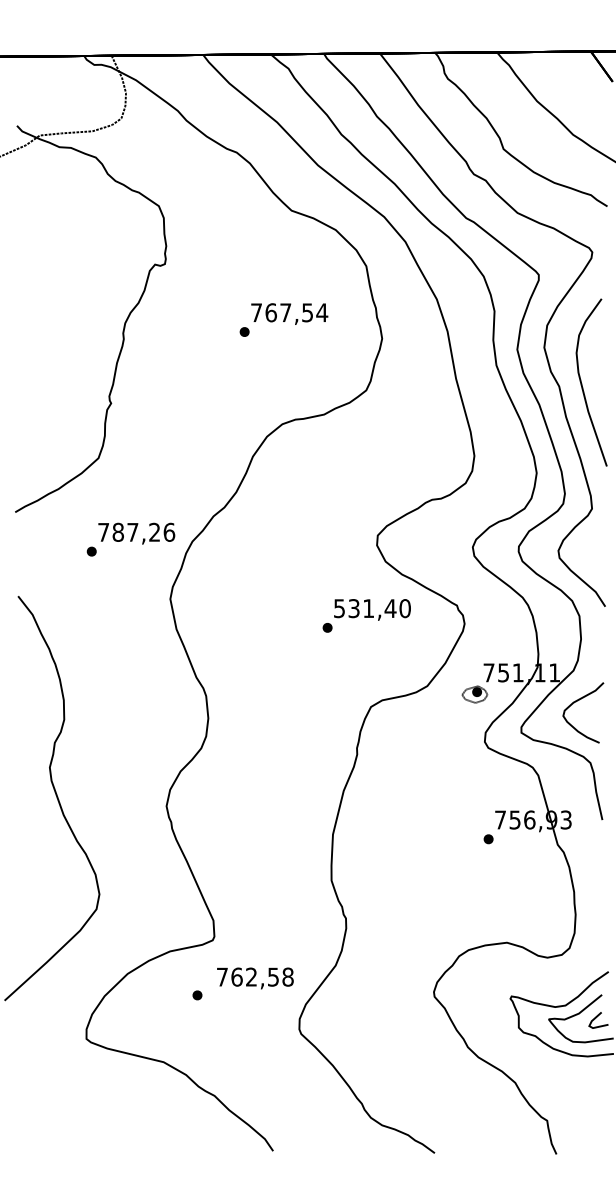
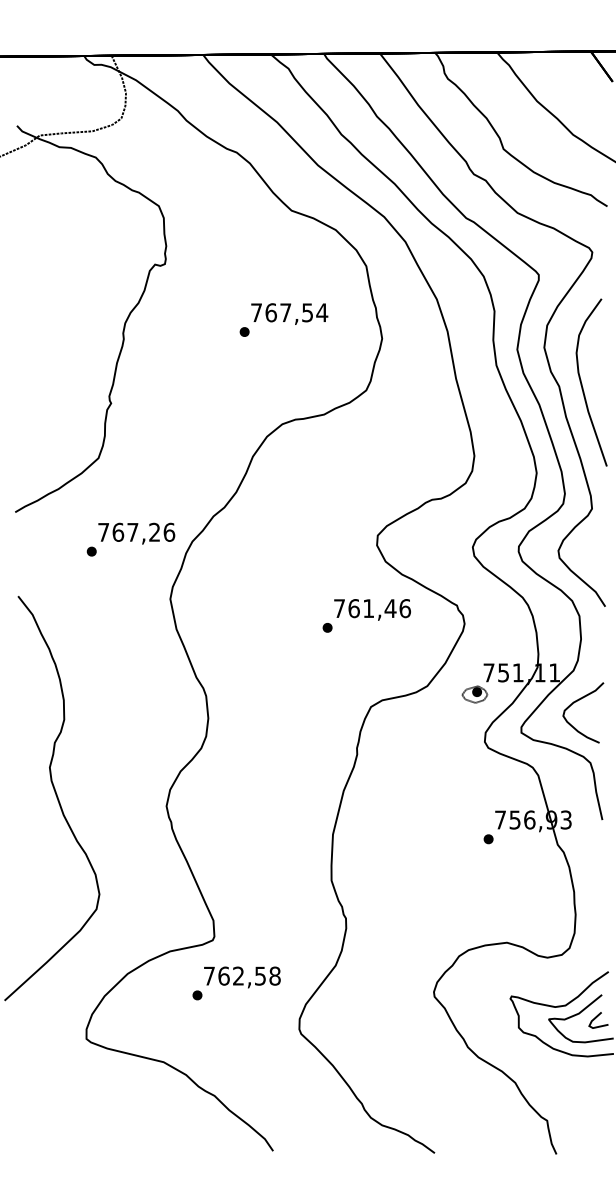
text at (118, 531): 787,26 -> 767,26
text at (372, 608): 531,40 -> 761,46
text at (255, 978) position: (255, 978) -> (242, 977)
